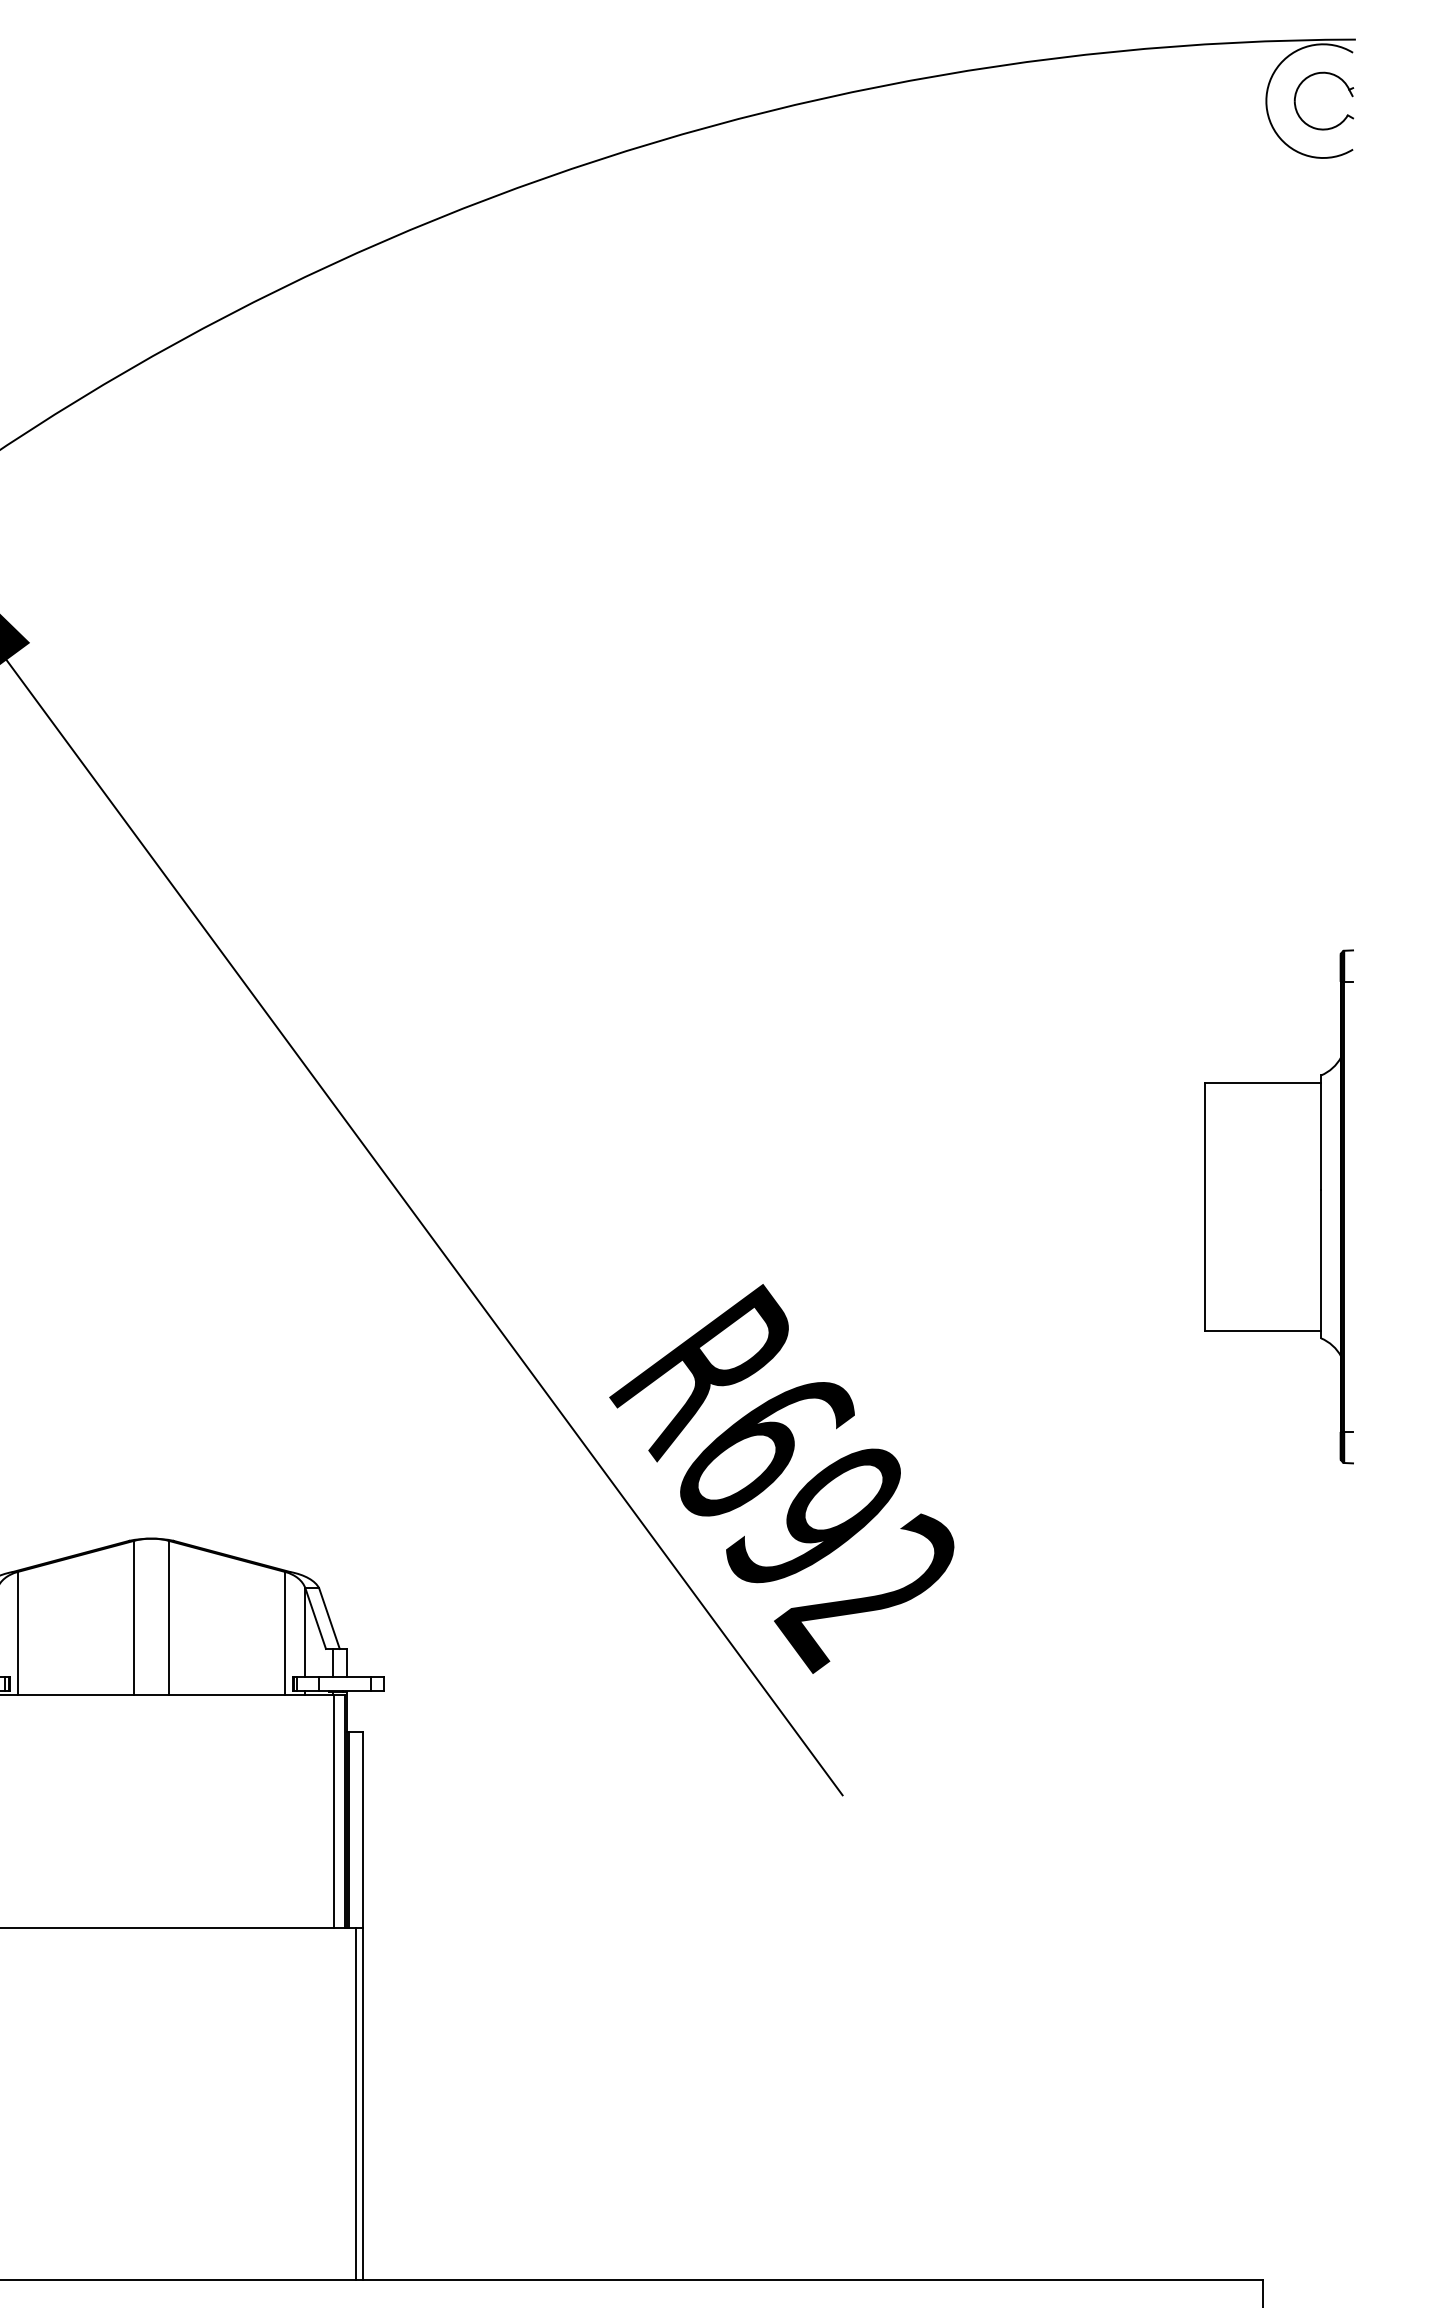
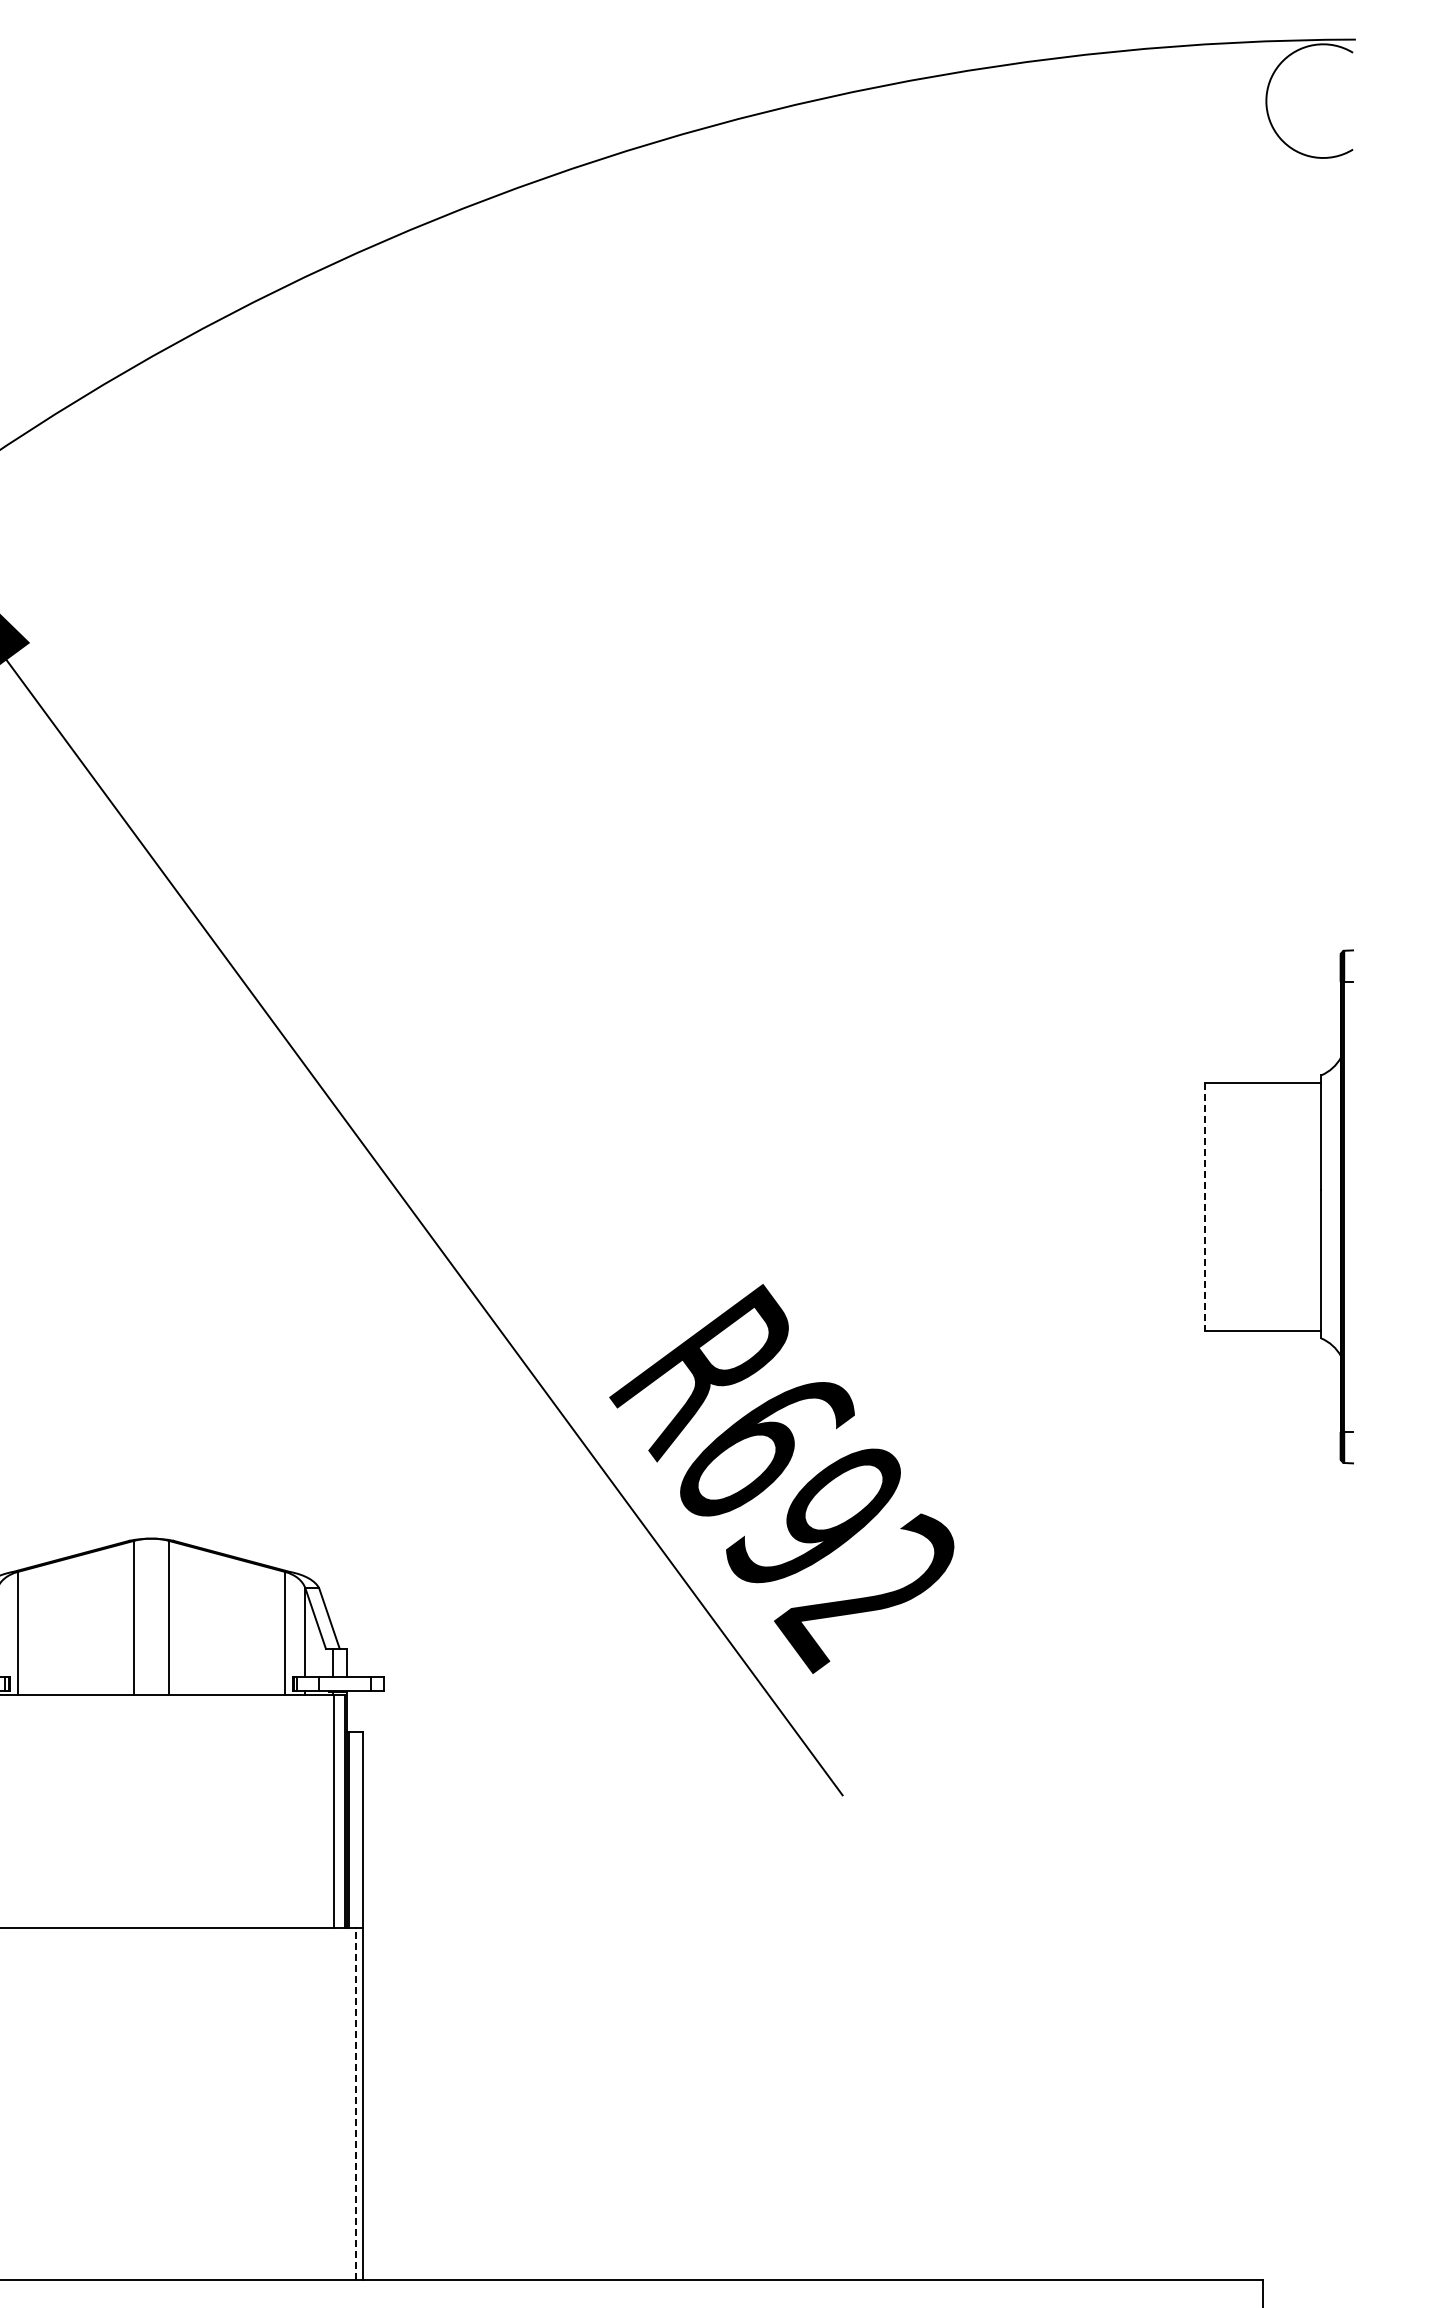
part at (1334, 76): present -> none
line at (1204, 1207): solid -> dashed
line at (355, 2103): solid -> dashed
